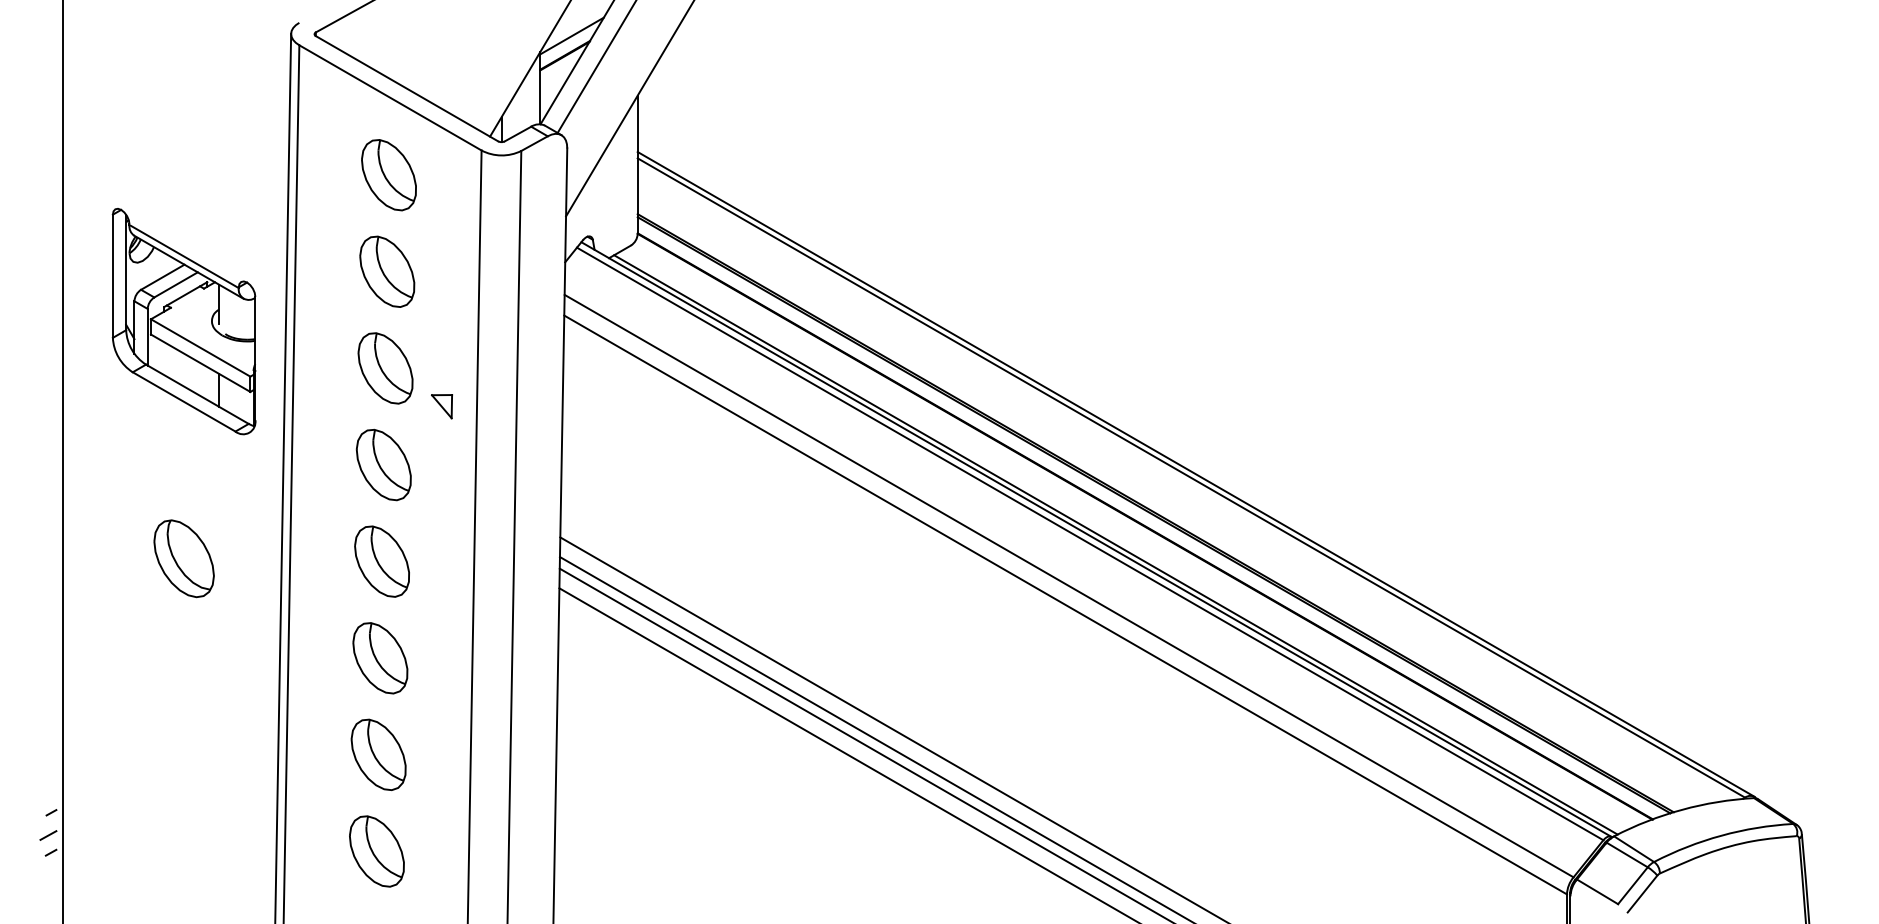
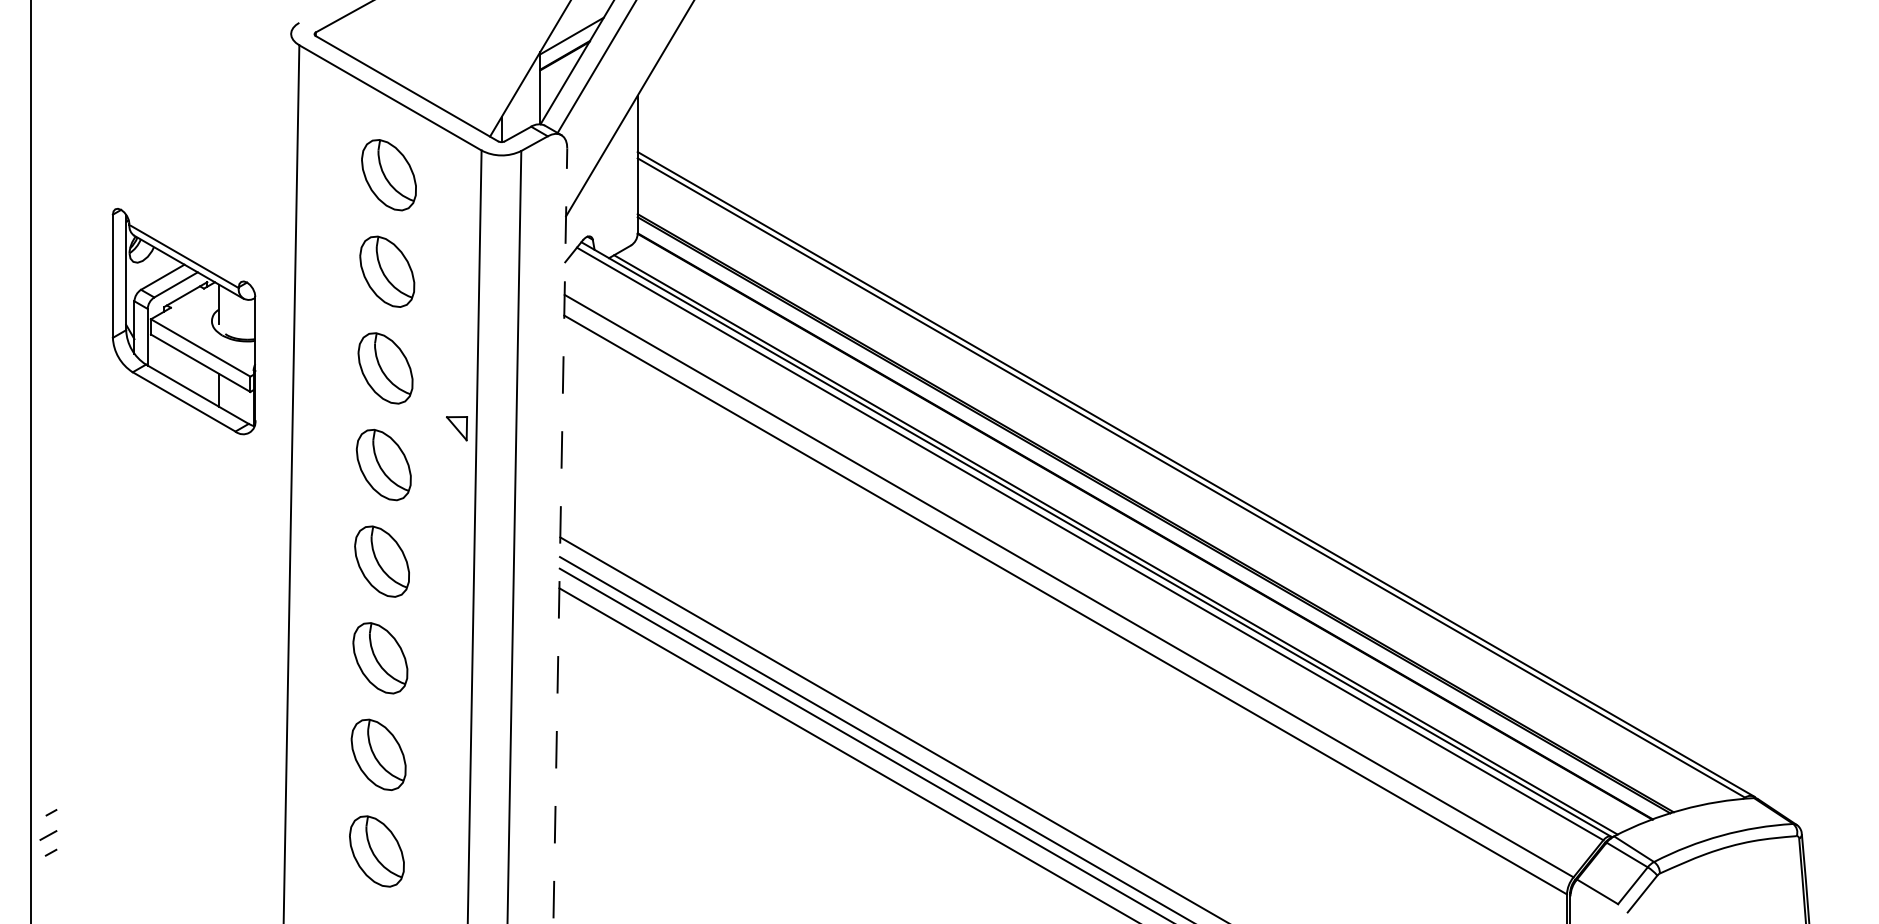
part at (441, 406) position: (441, 406) -> (456, 428)
line at (63, 461) position: (63, 461) -> (31, 461)
line at (283, 476): present -> none
line at (560, 535): solid -> dashed
part at (183, 558): present -> none
